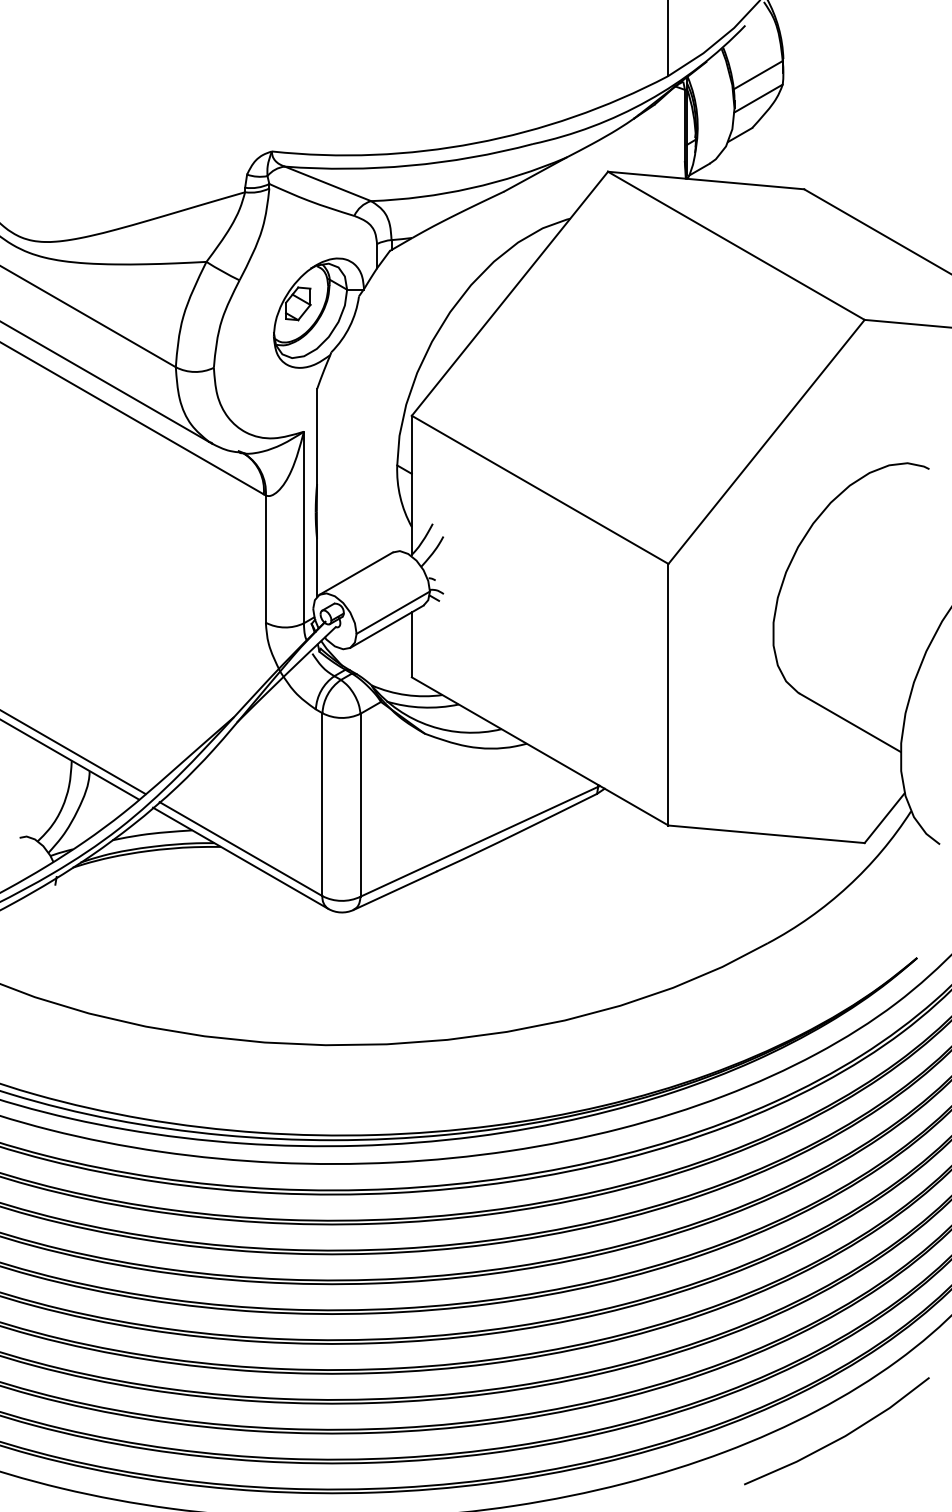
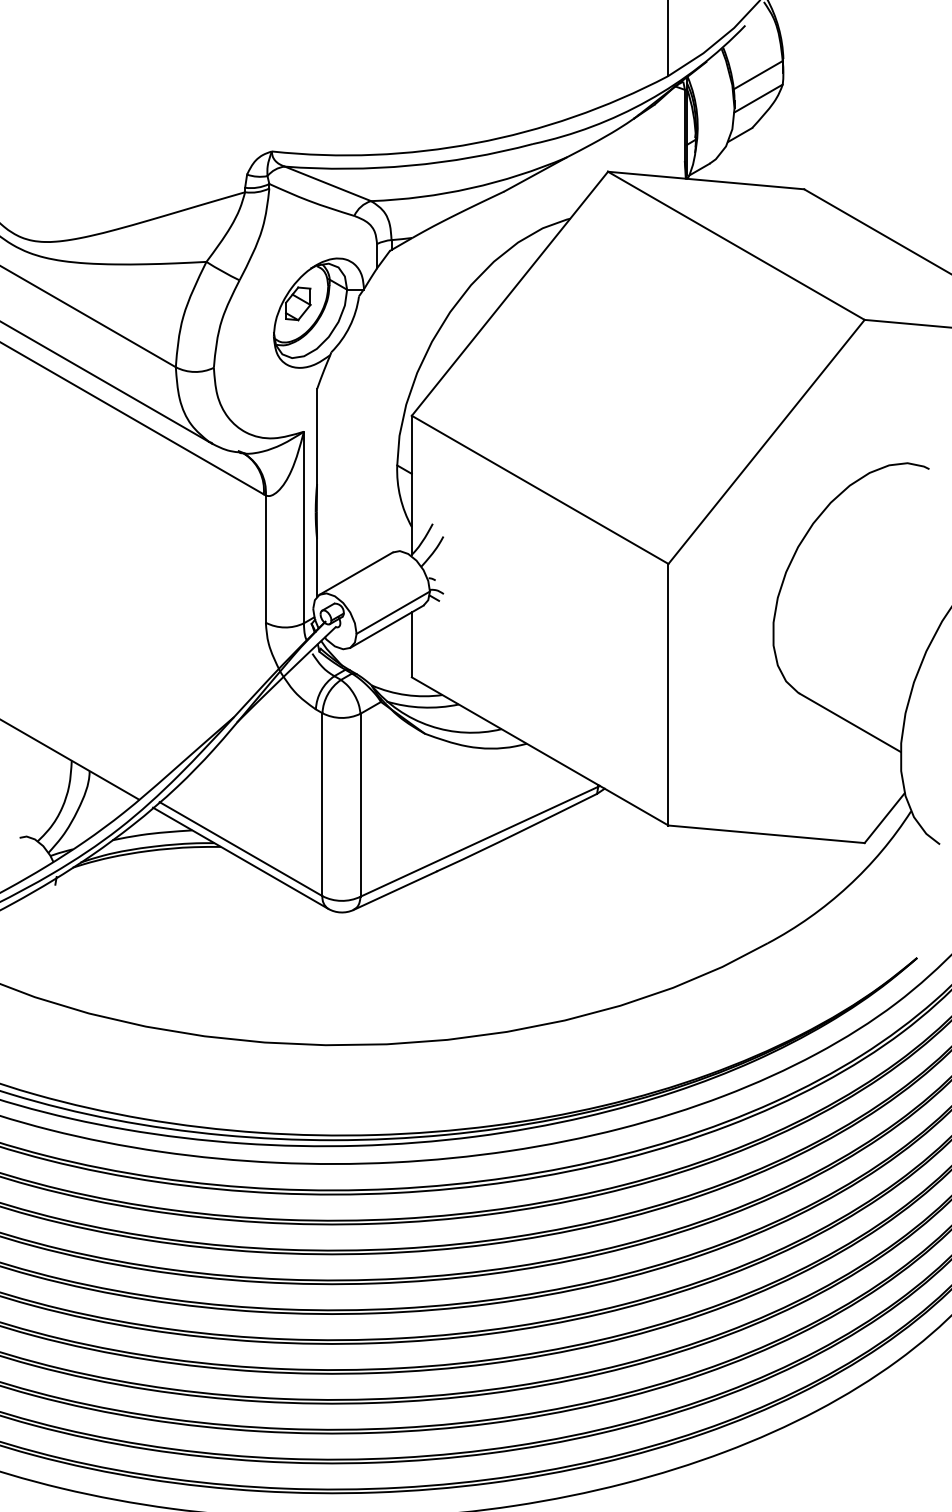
line at (73, 752): present -> none
line at (840, 1437): present -> none
